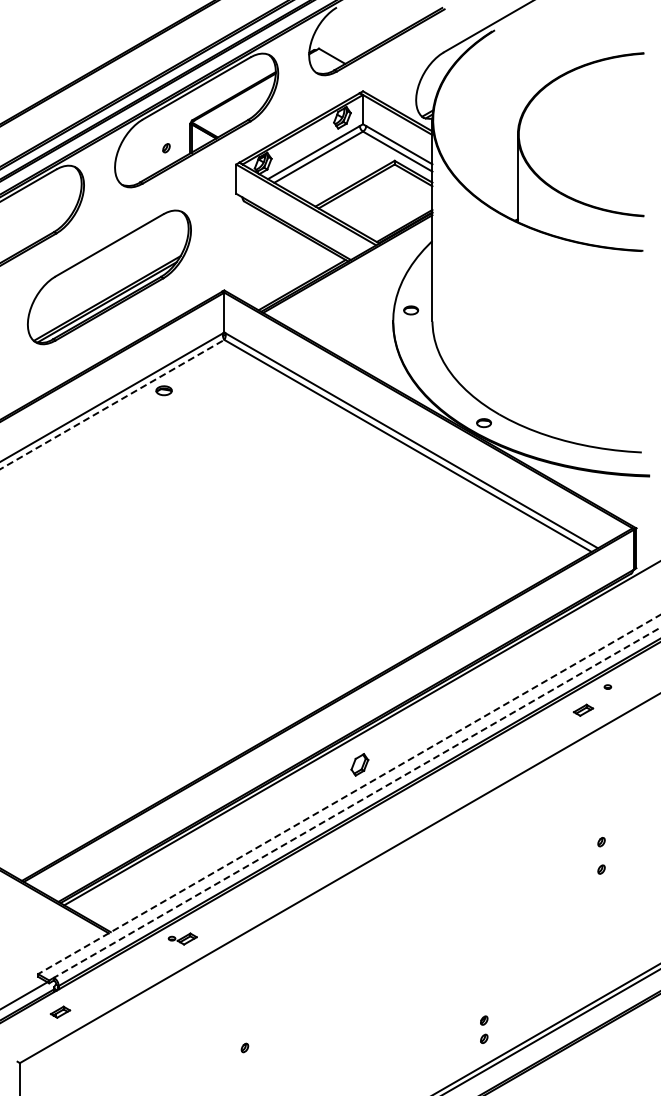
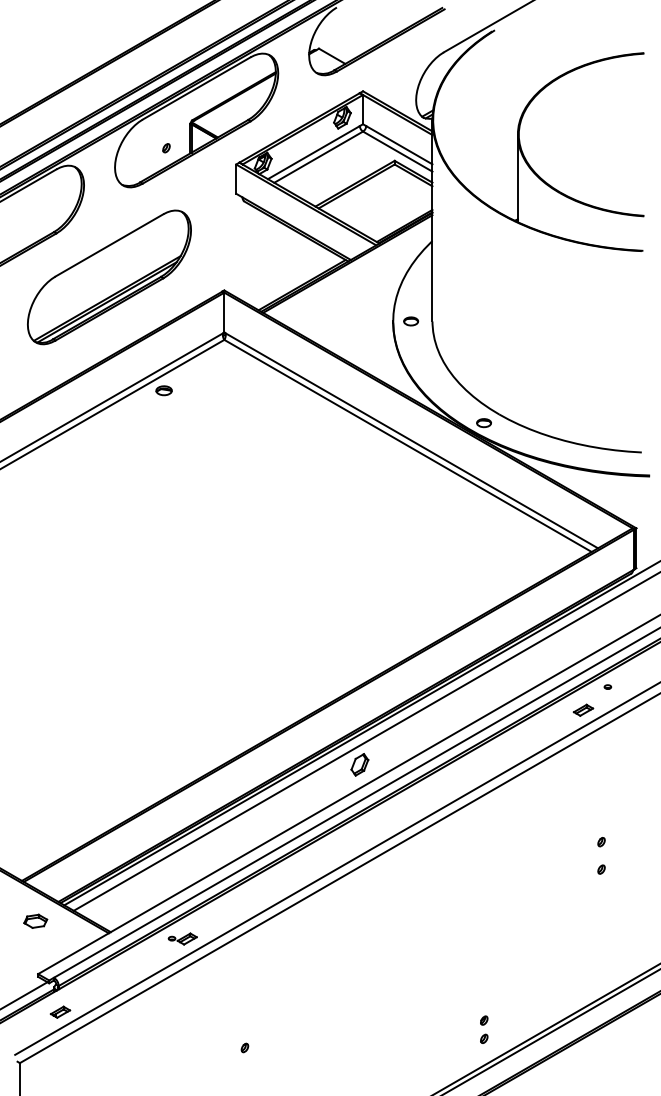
part at (411, 310) position: (411, 310) -> (411, 321)
line at (112, 404): dashed -> solid
line at (365, 741): none -> present
line at (348, 794): dashed -> solid
line at (356, 802): dashed -> solid
line at (336, 868): none -> present
part at (35, 920): none -> present
